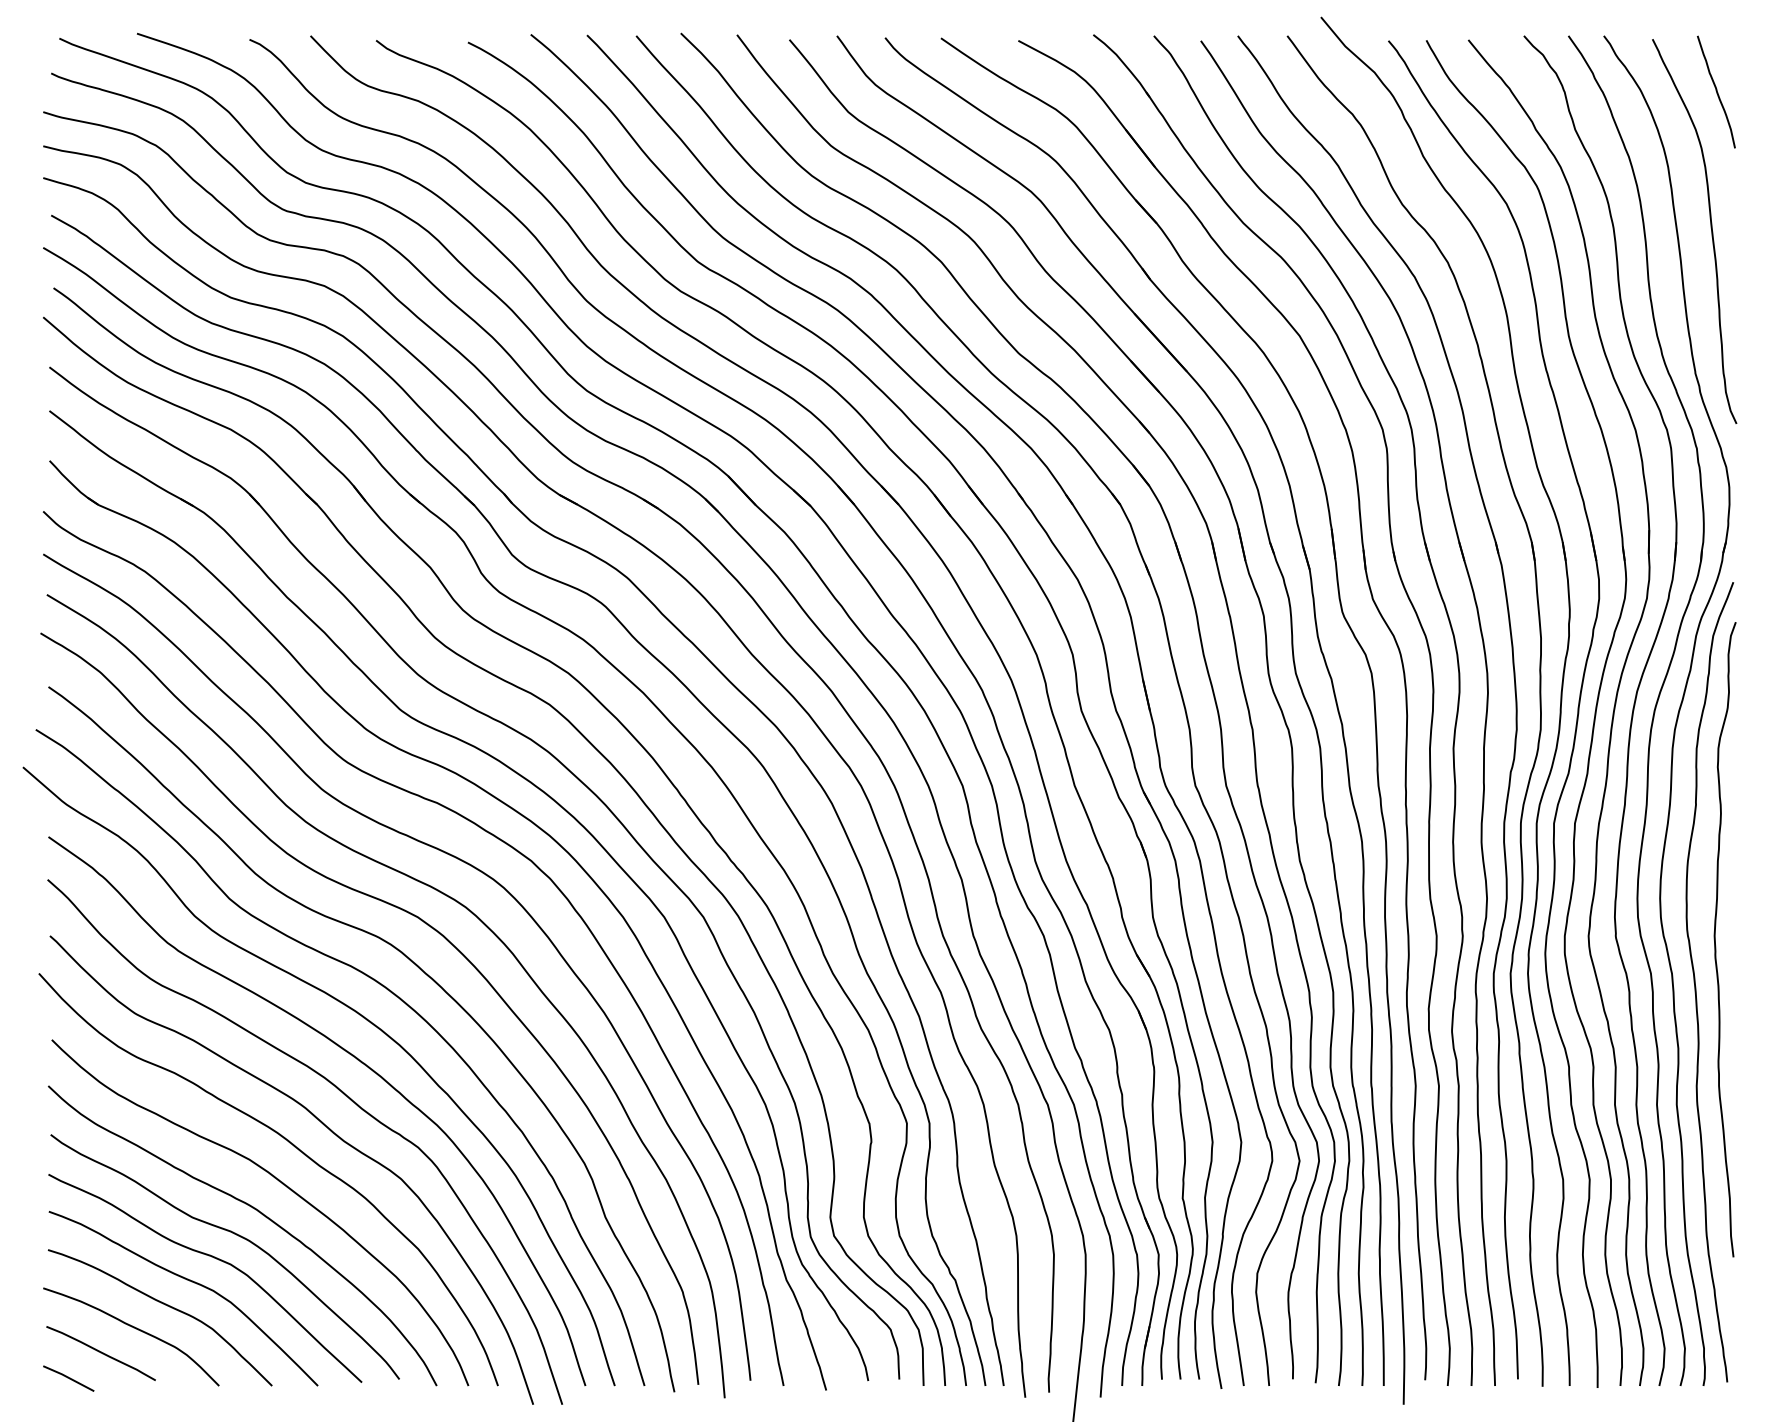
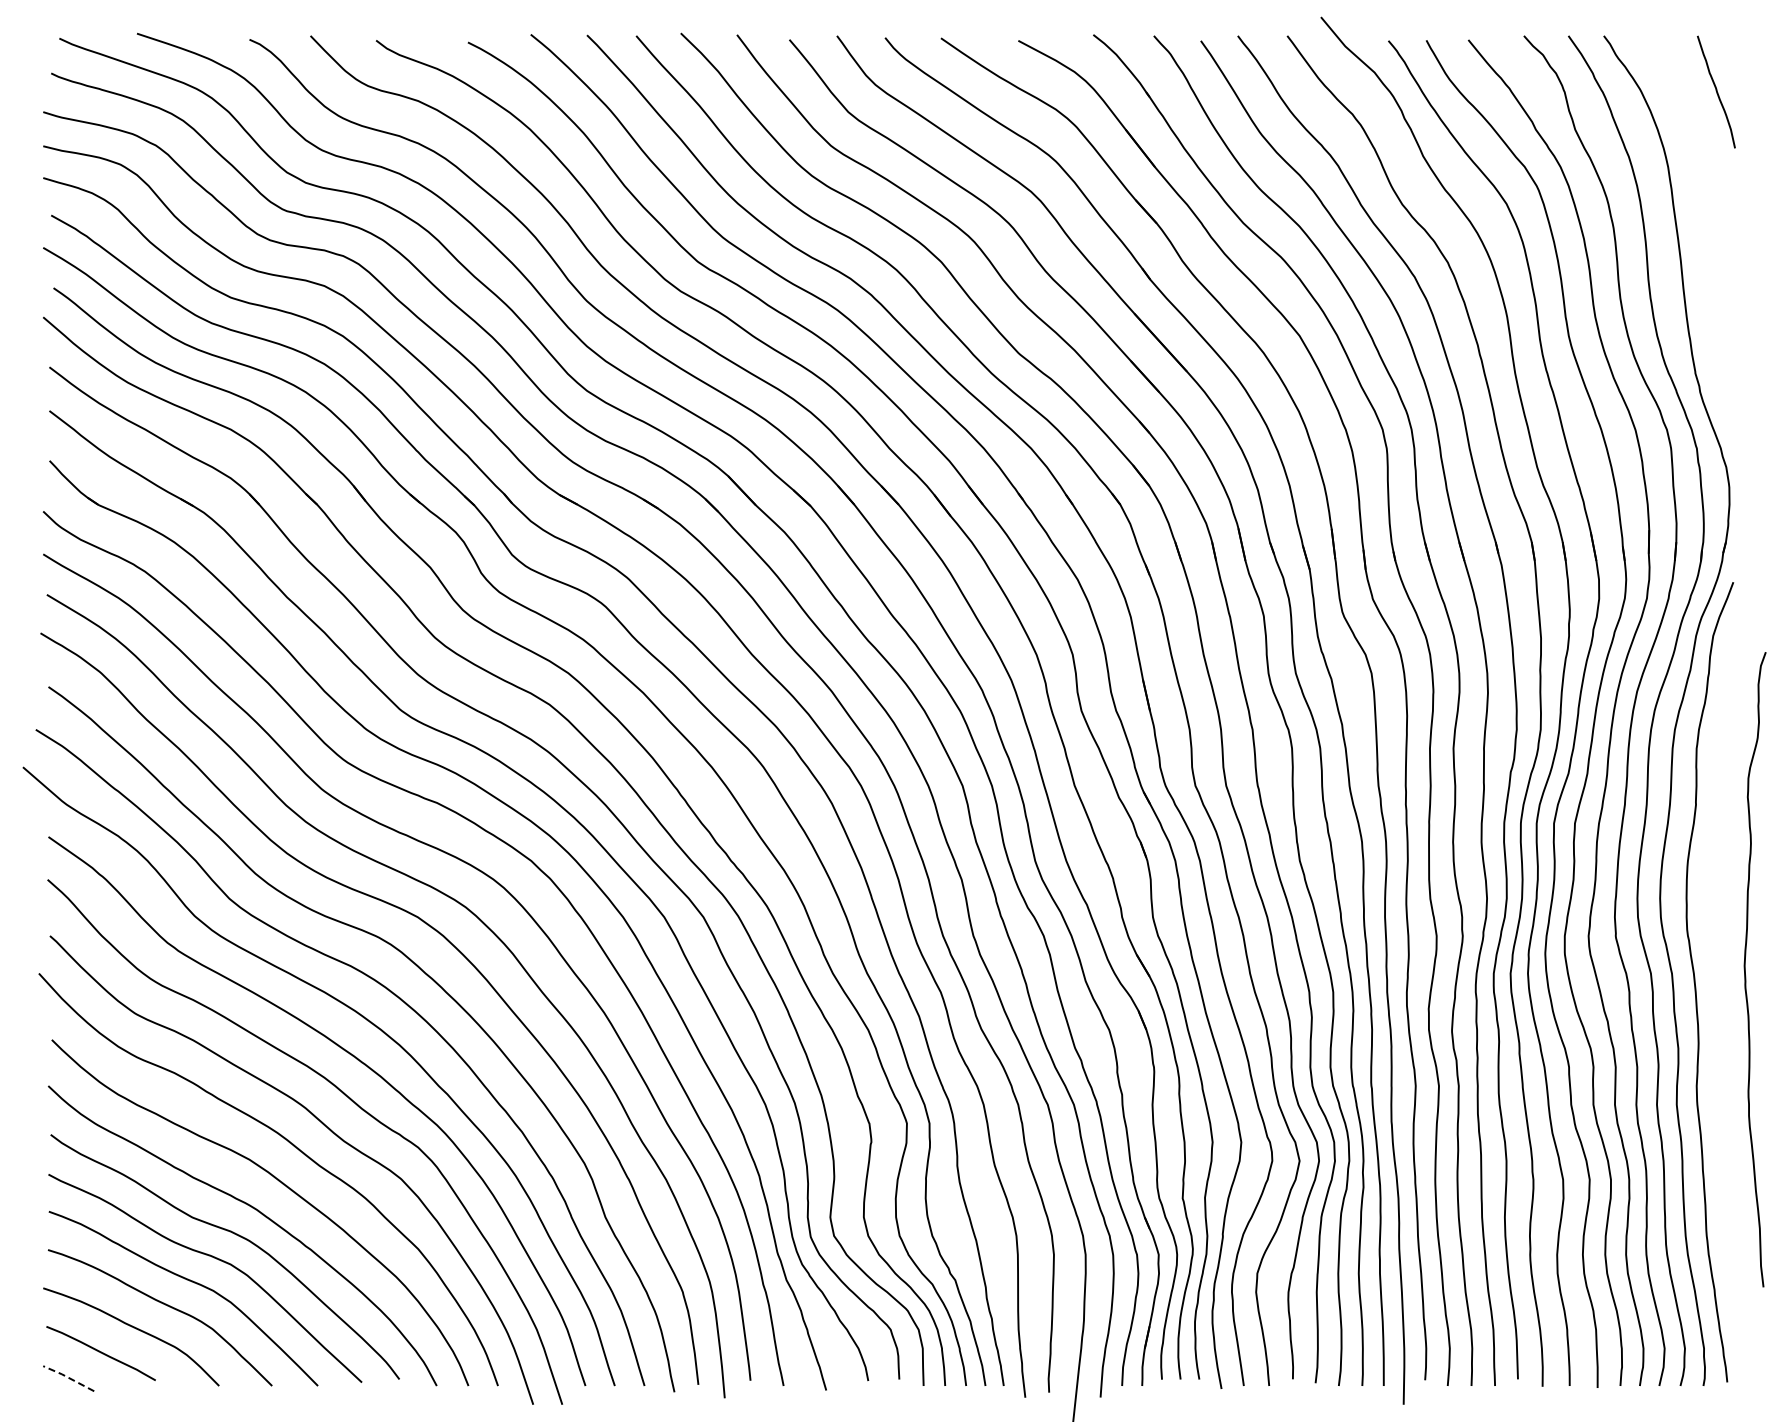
curve at (1710, 228): present -> none
curve at (1715, 939) position: (1715, 939) -> (1745, 969)
line at (68, 1377): solid -> dashed
